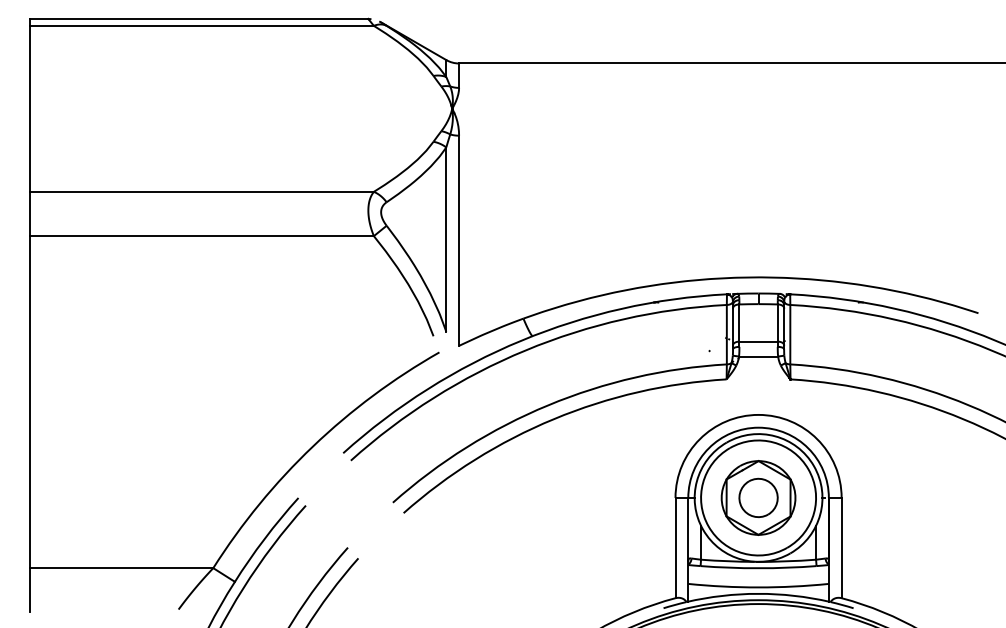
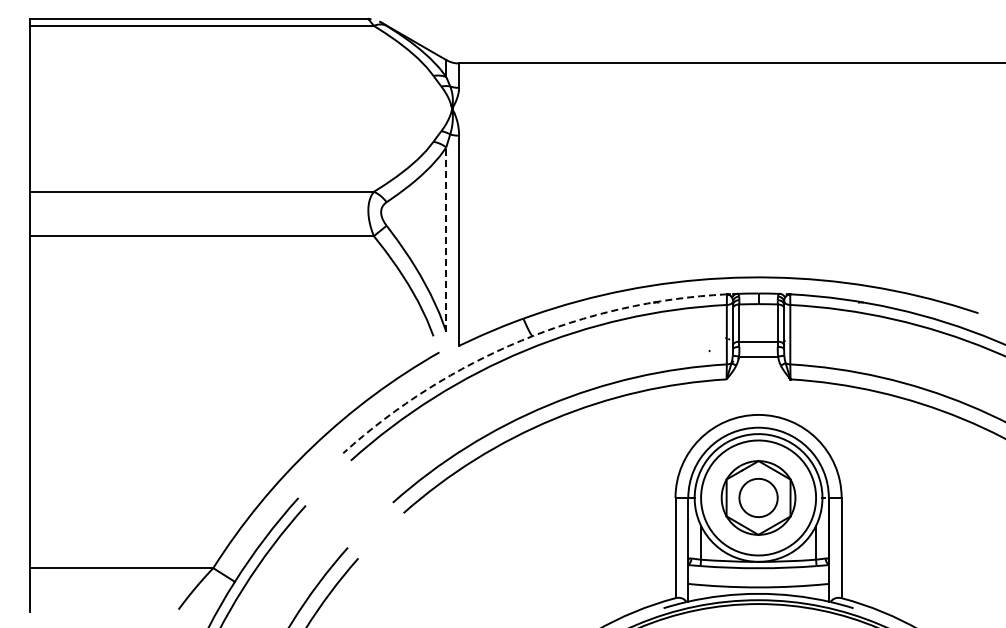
line at (446, 239): solid -> dashed
arc at (521, 340): solid -> dashed
